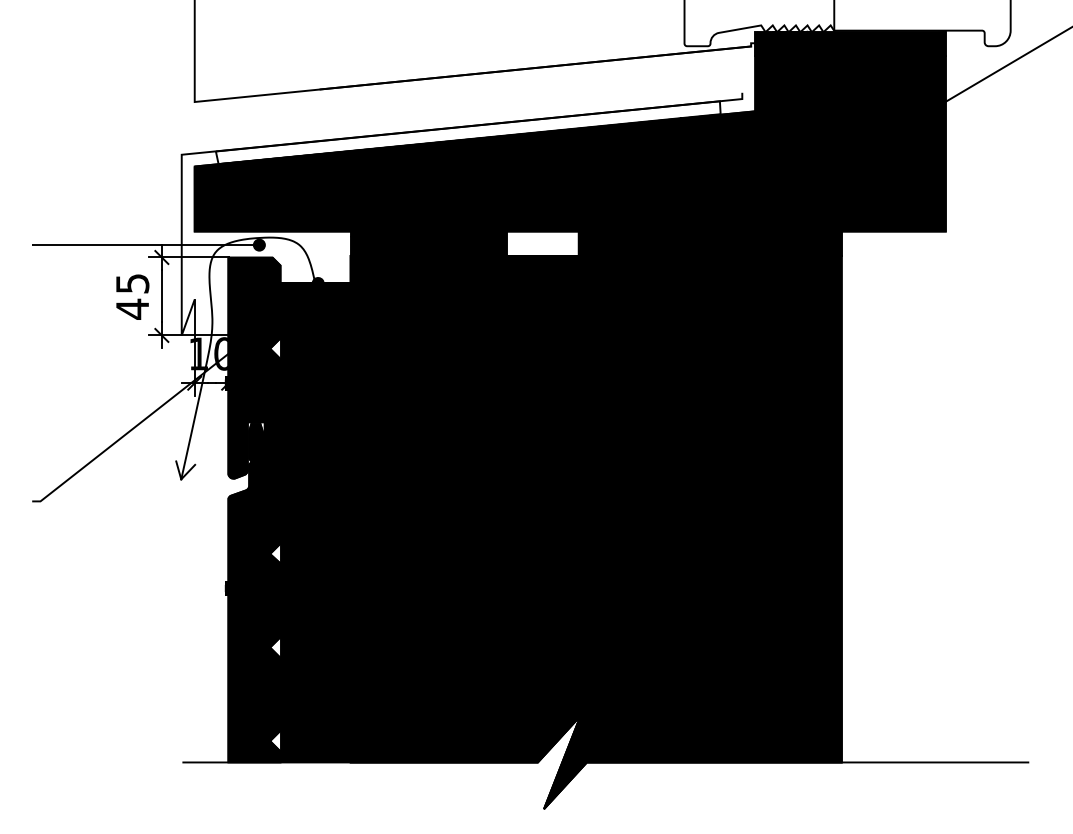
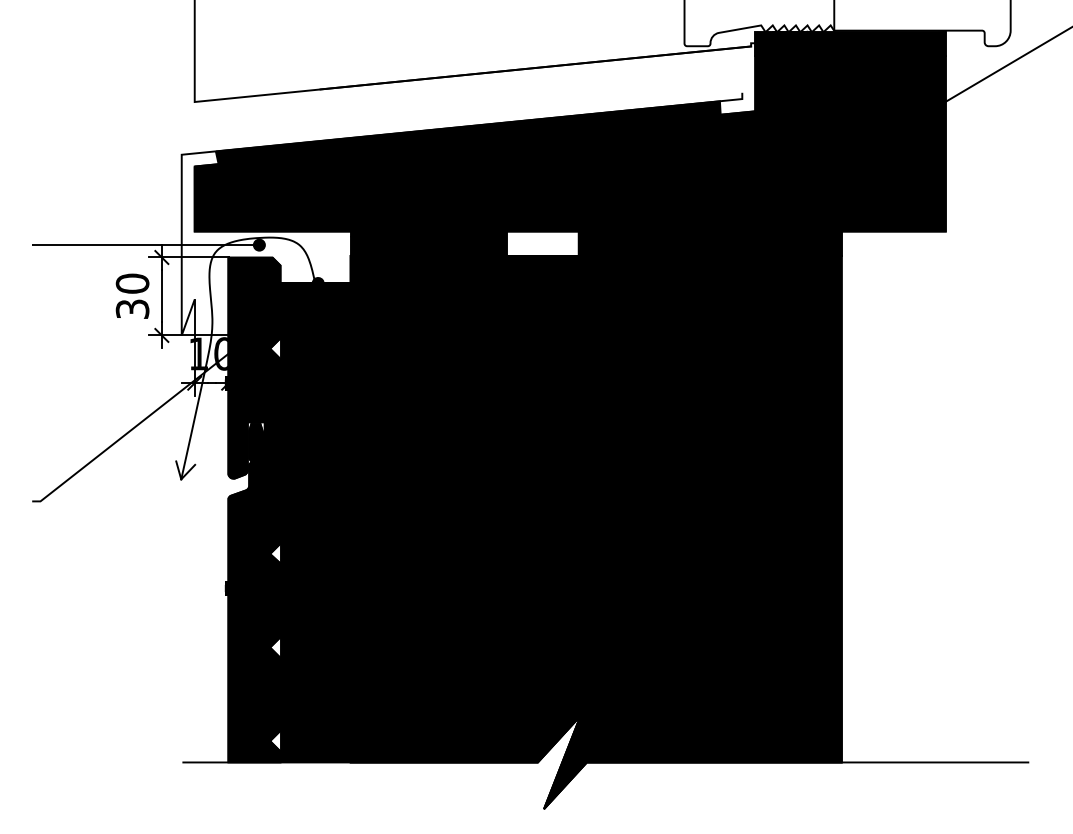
fill at (467, 132): none -> present
text at (132, 296): 45 -> 30
